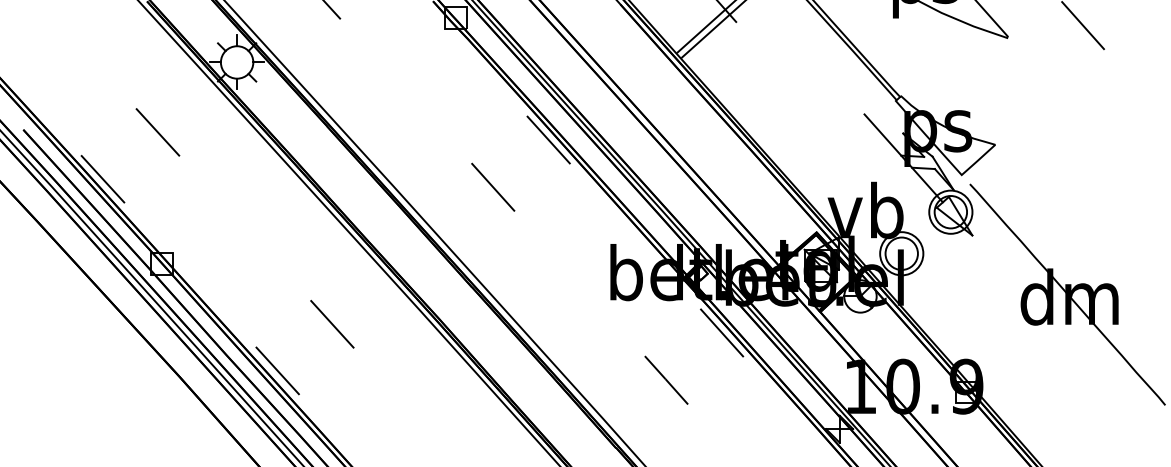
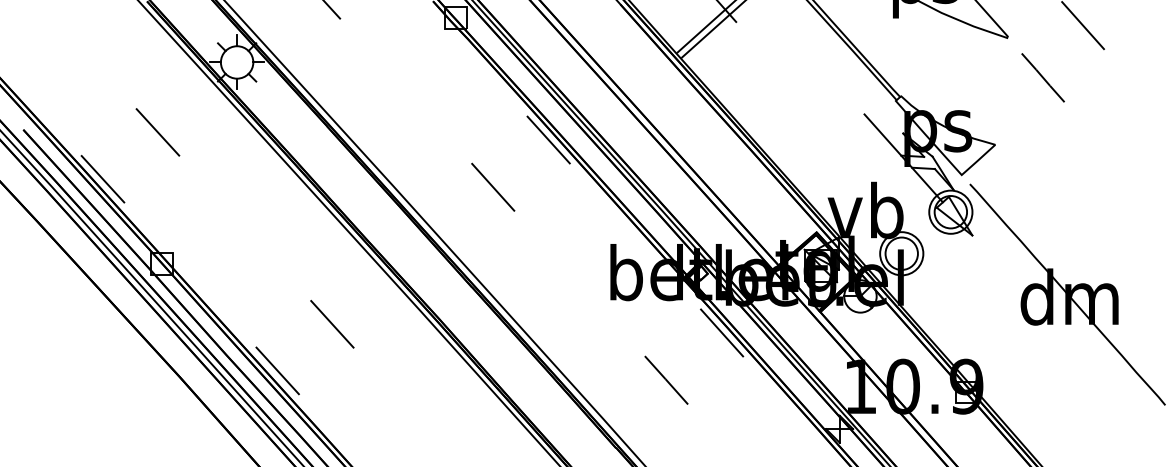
line at (1042, 77): none -> present
